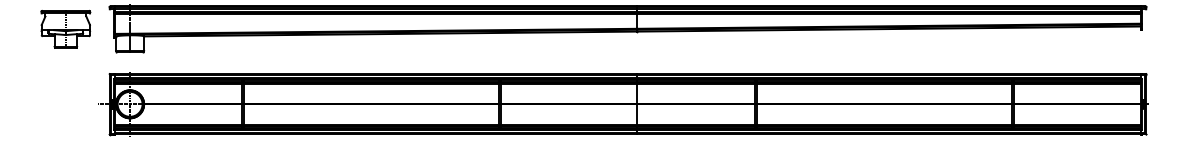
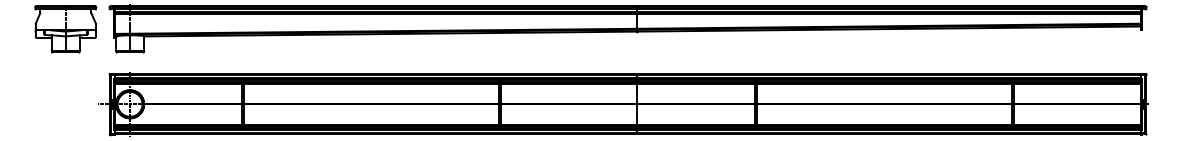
part at (65, 28) size: 52x40 px -> 64x49 px
